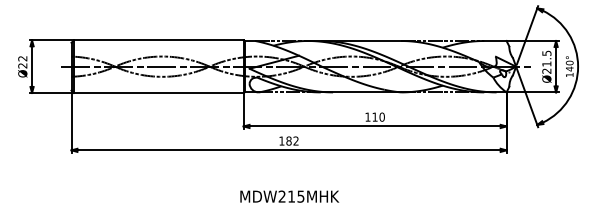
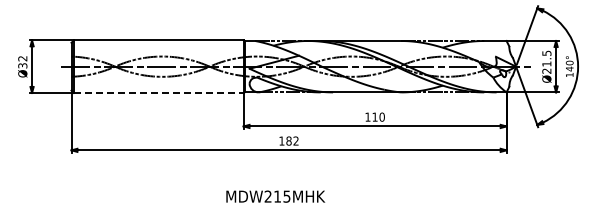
text at (22, 65): Ø22 -> Ø32
line at (158, 92): solid -> dashed
text at (289, 196) position: (289, 196) -> (275, 196)
